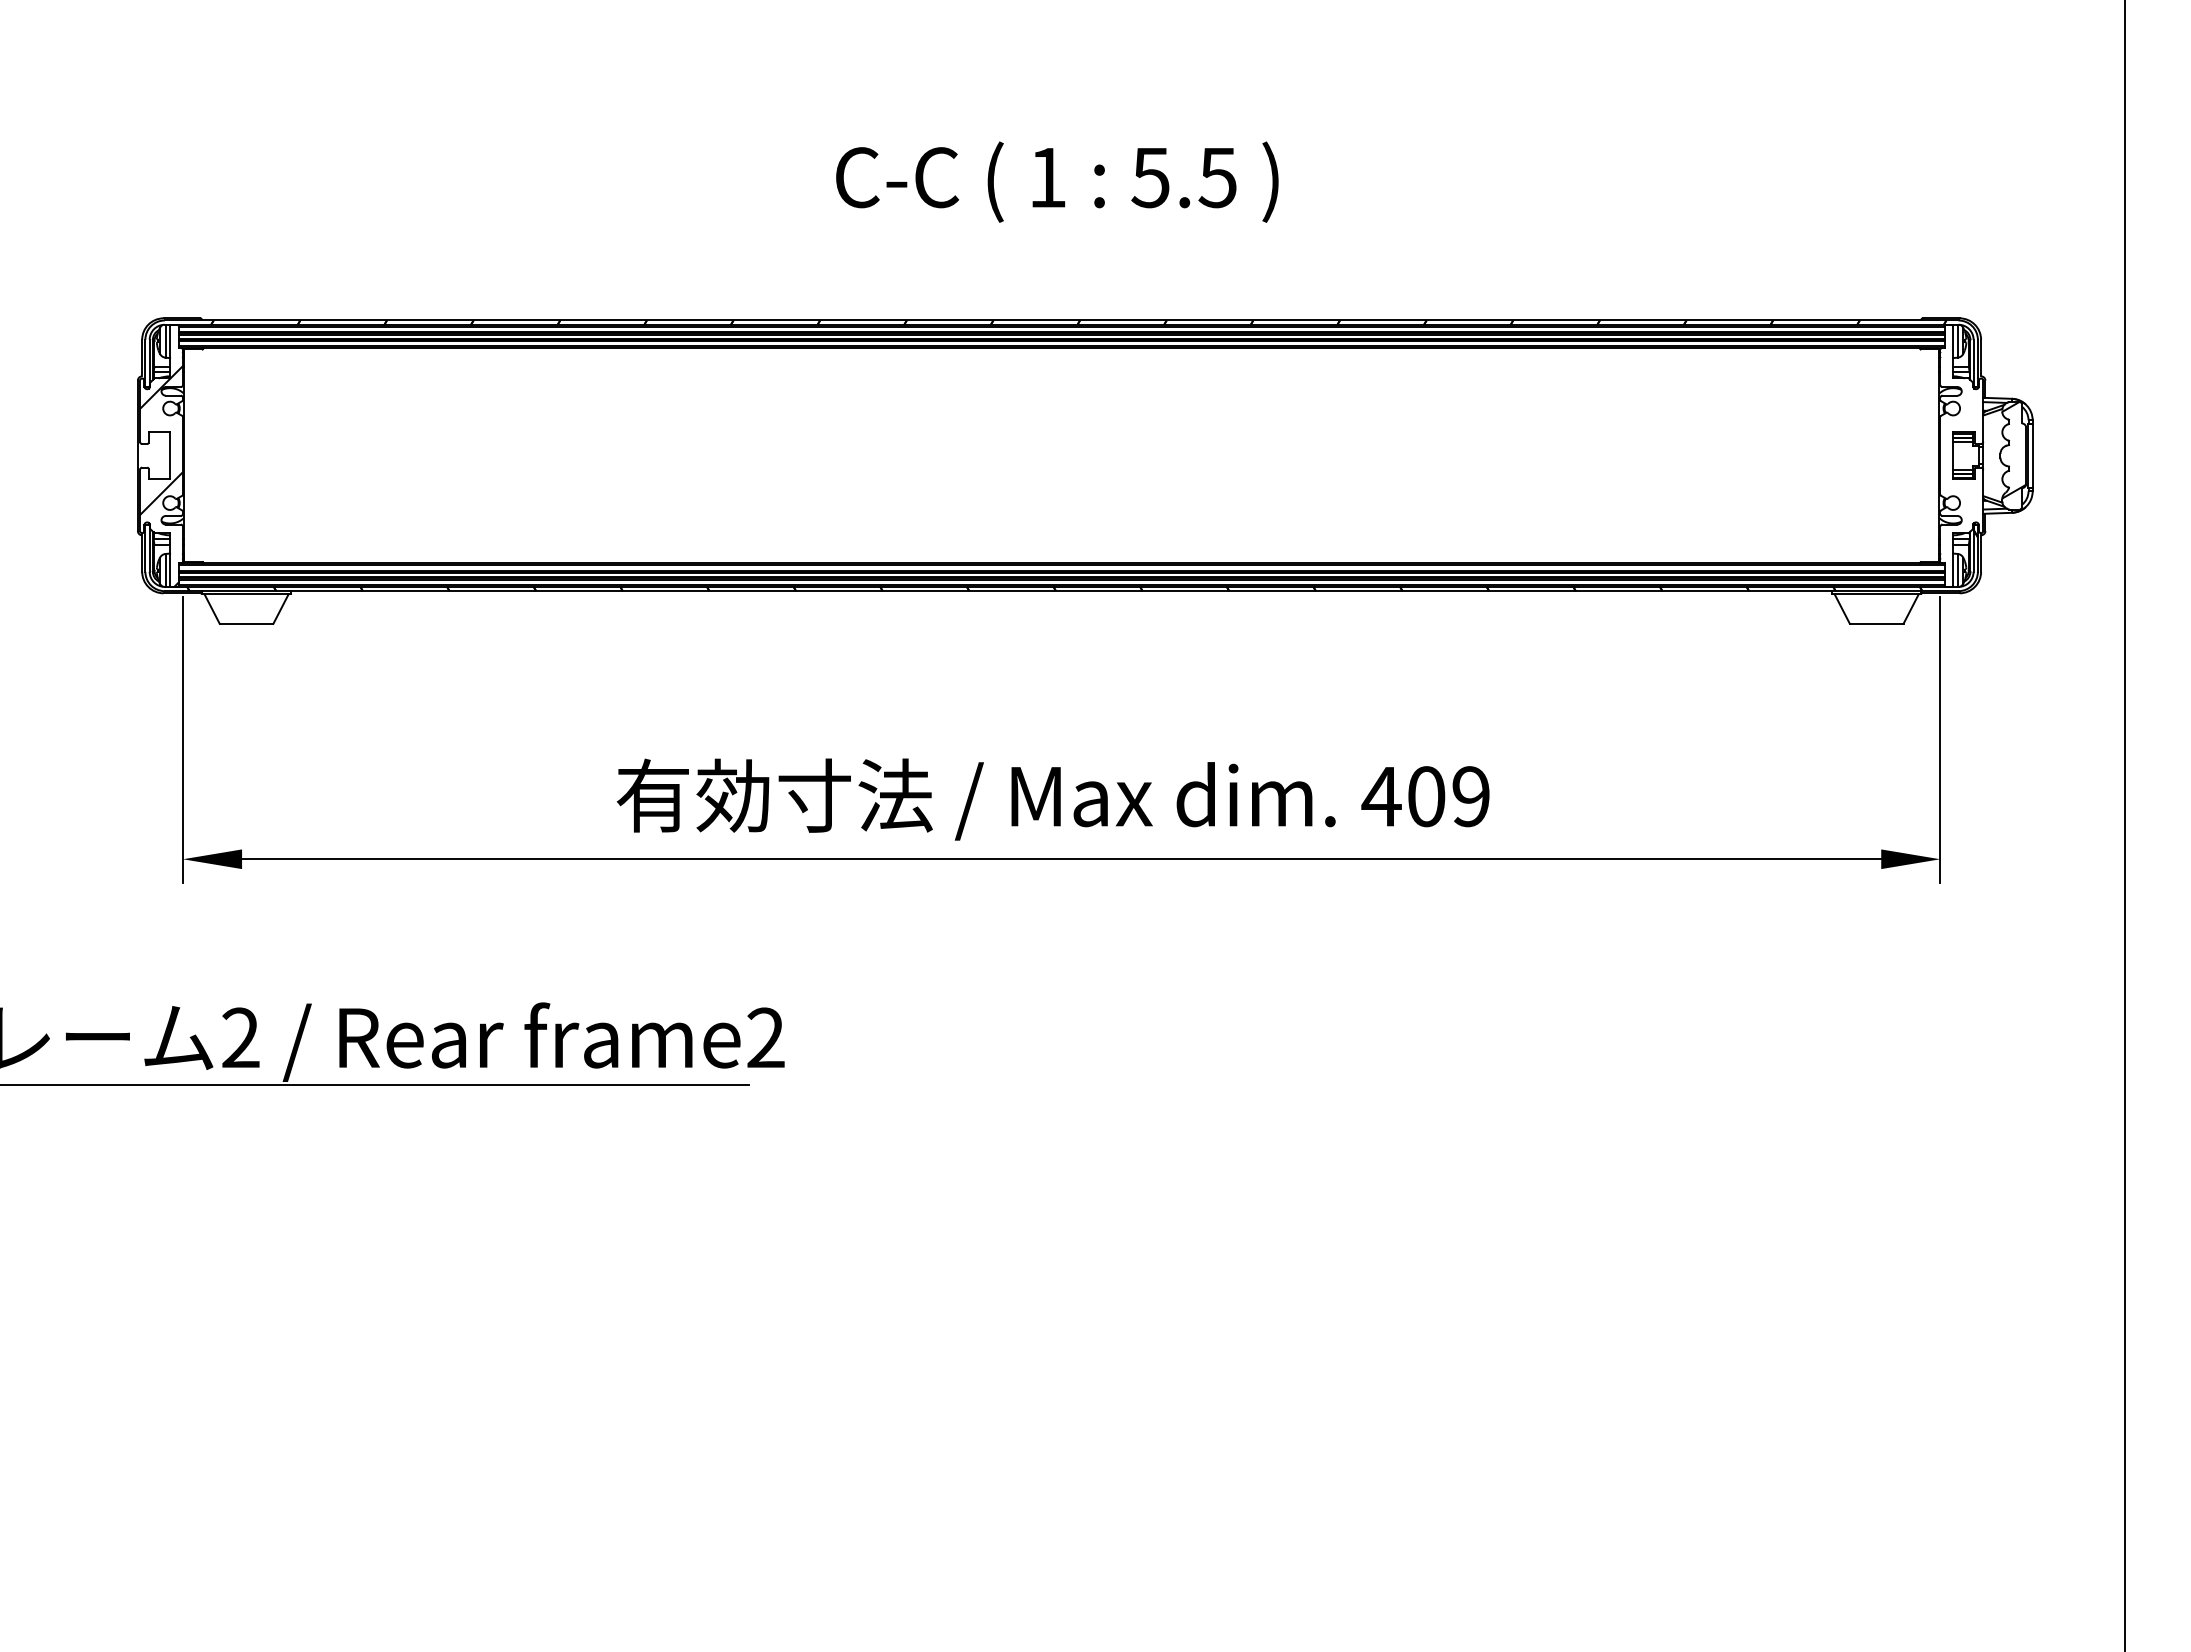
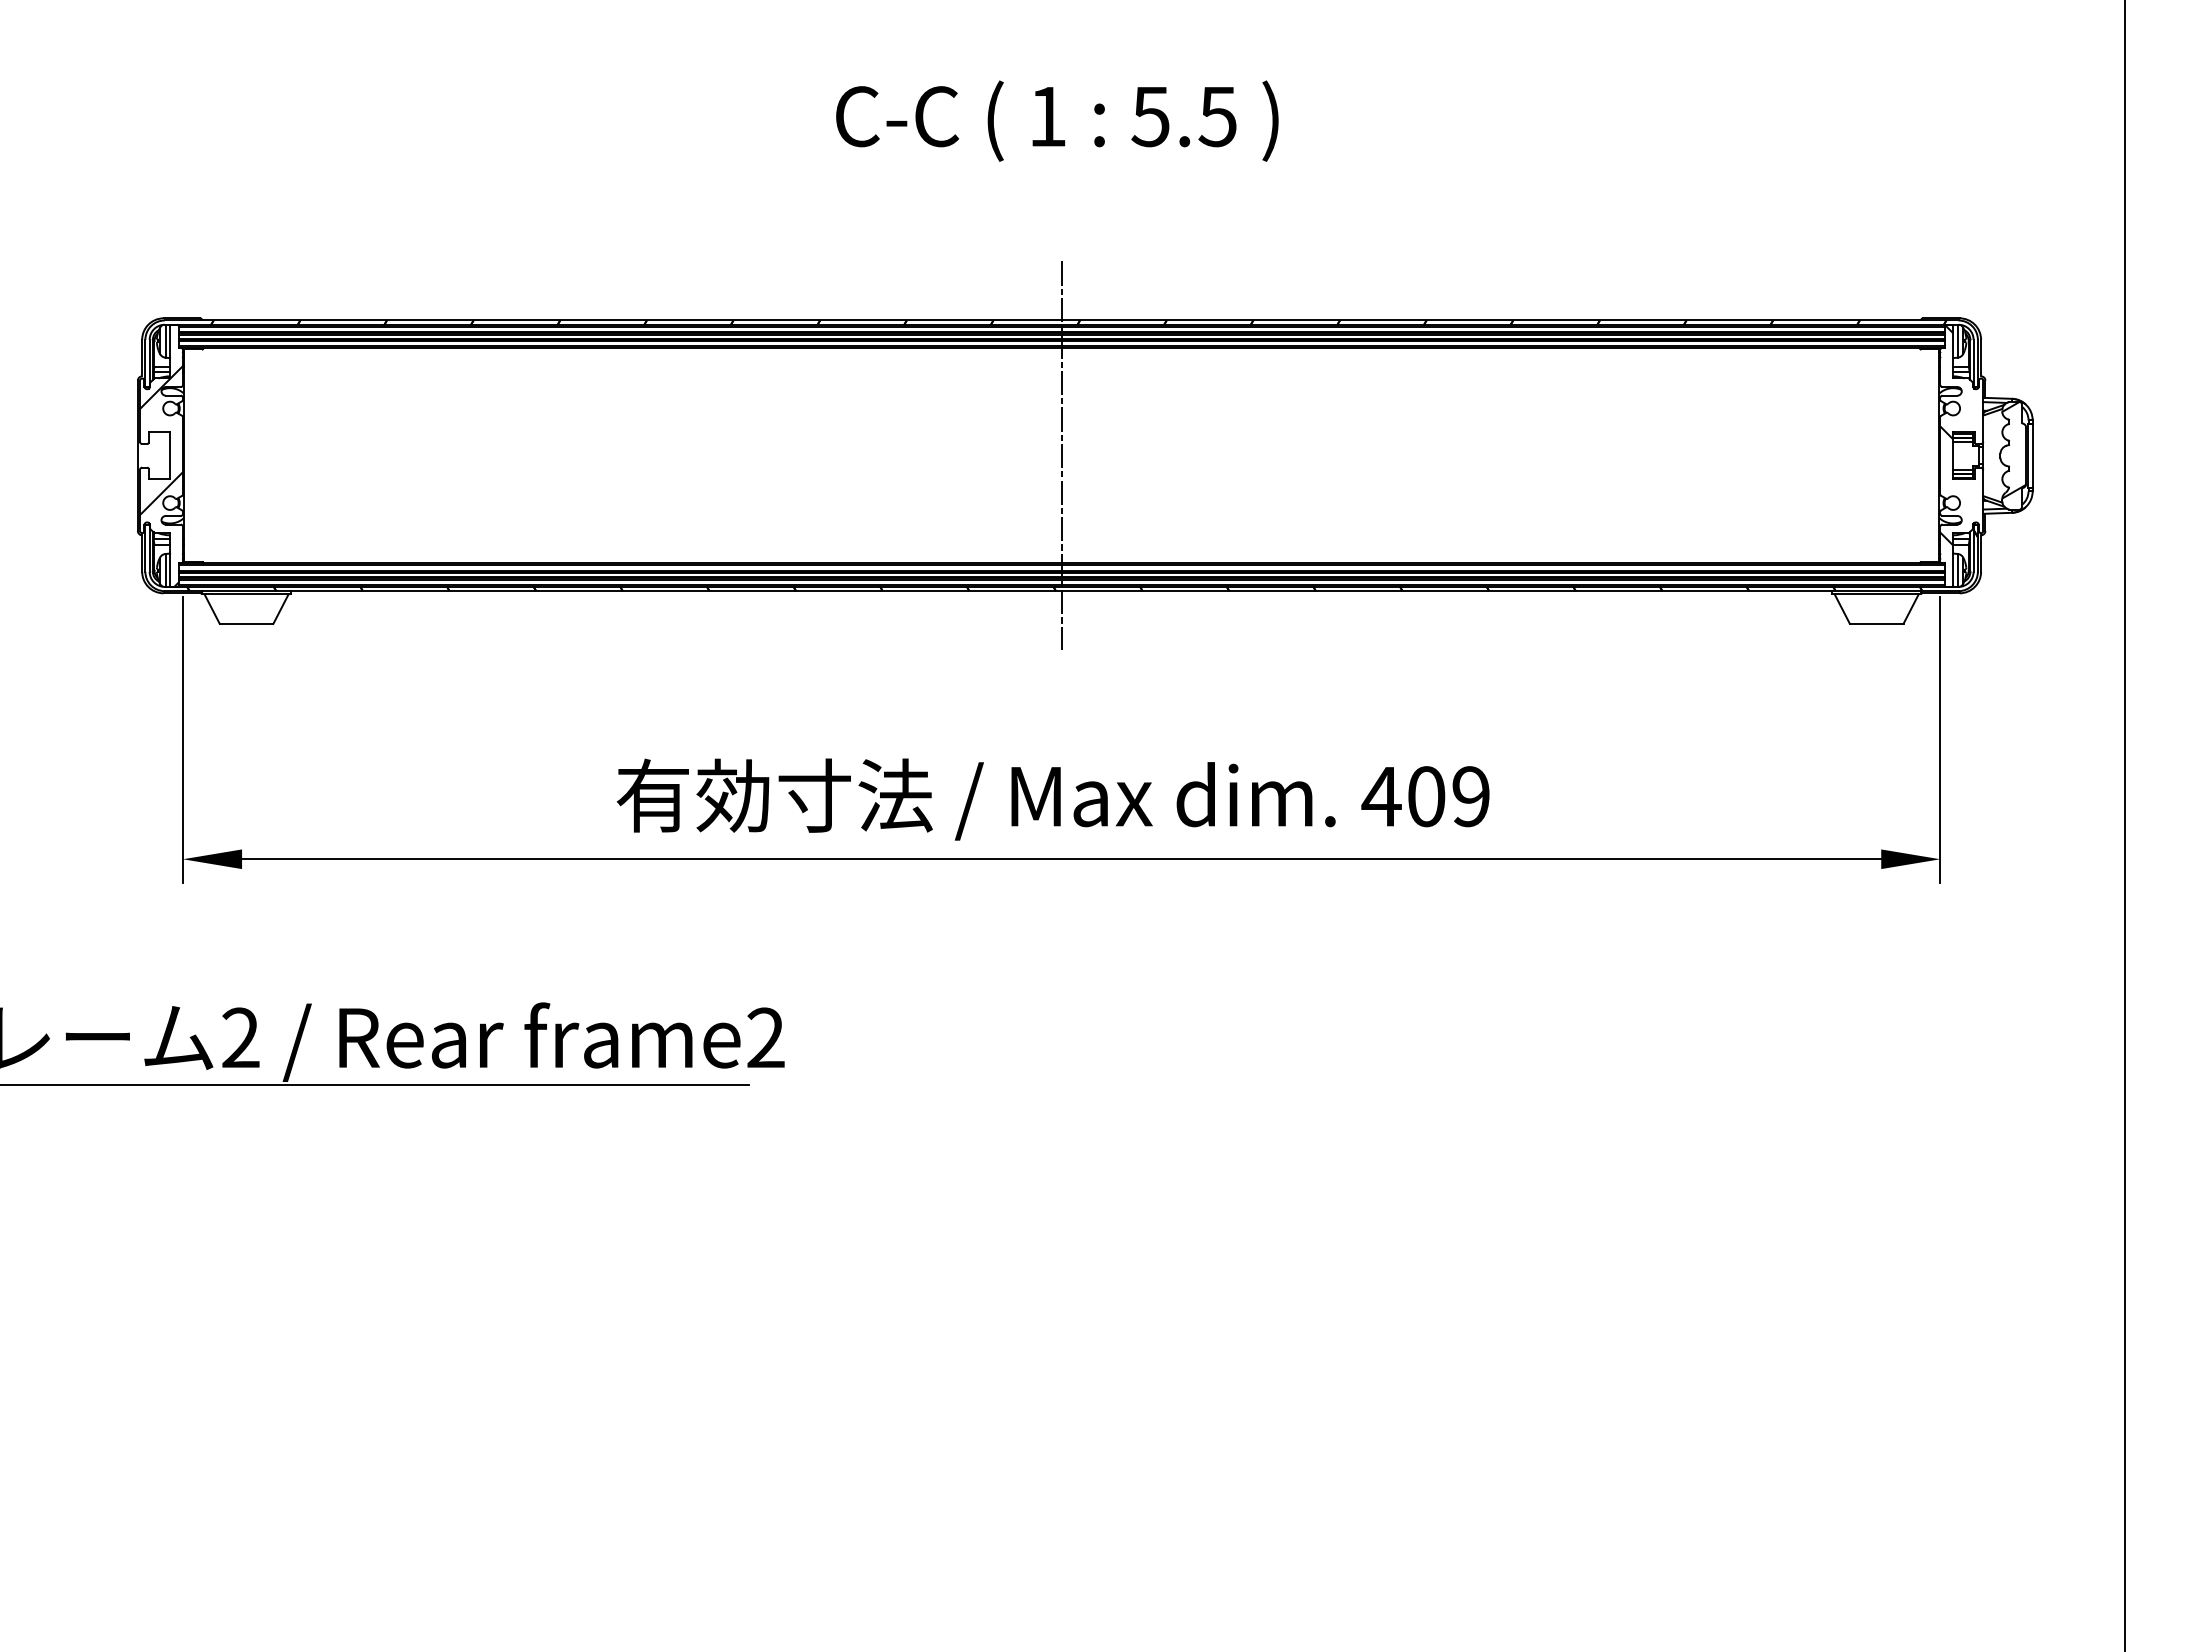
text at (1057, 181) position: (1057, 181) -> (1057, 120)
hatch at (1961, 435): none -> present
line at (1061, 455): none -> present
